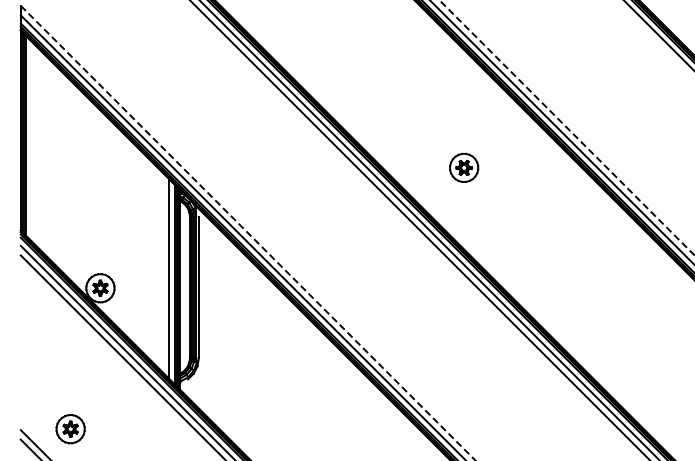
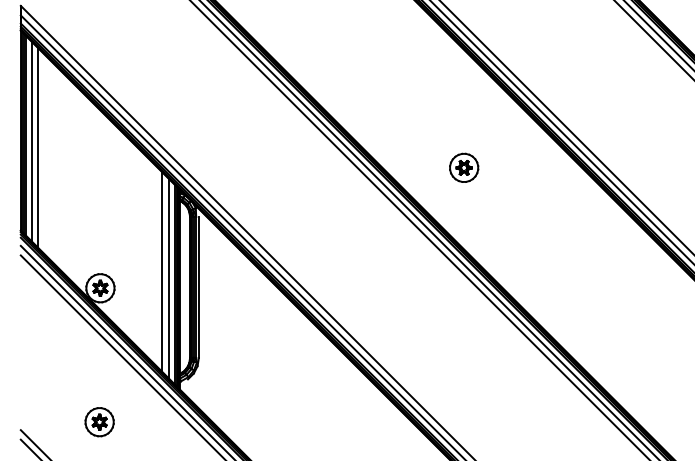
line at (653, 40): none -> present
line at (567, 128): dashed -> solid
line at (31, 141): none -> present
line at (38, 148): none -> present
line at (248, 233): dashed -> solid
line at (162, 271): none -> present
part at (70, 429) position: (70, 429) -> (99, 422)
